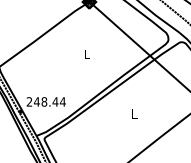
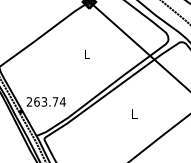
text at (45, 101): 248.44 -> 263.74
